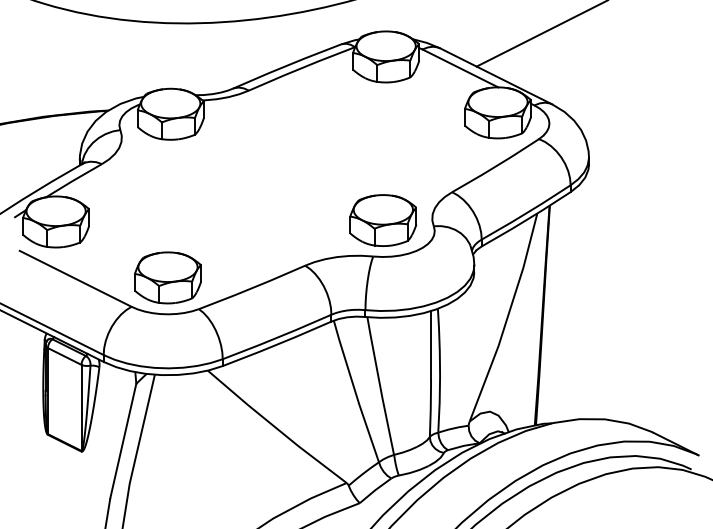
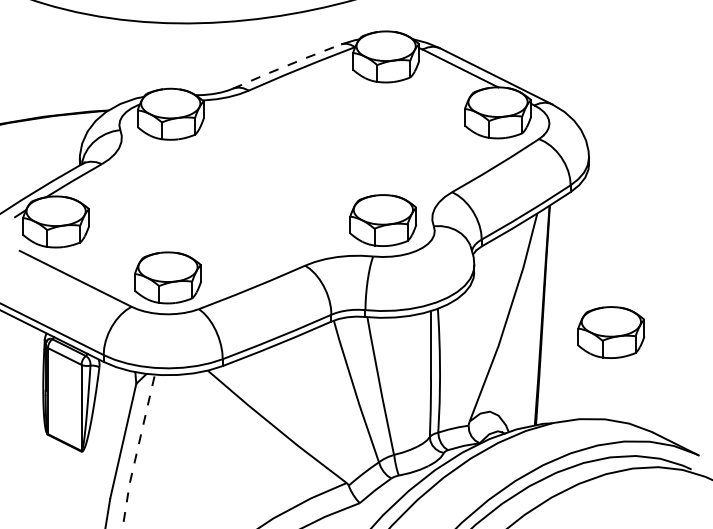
line at (540, 34): present -> none
line at (287, 65): solid -> dashed
part at (611, 332): none -> present
line at (137, 451): solid -> dashed
